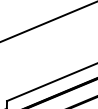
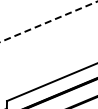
line at (48, 22): solid -> dashed
